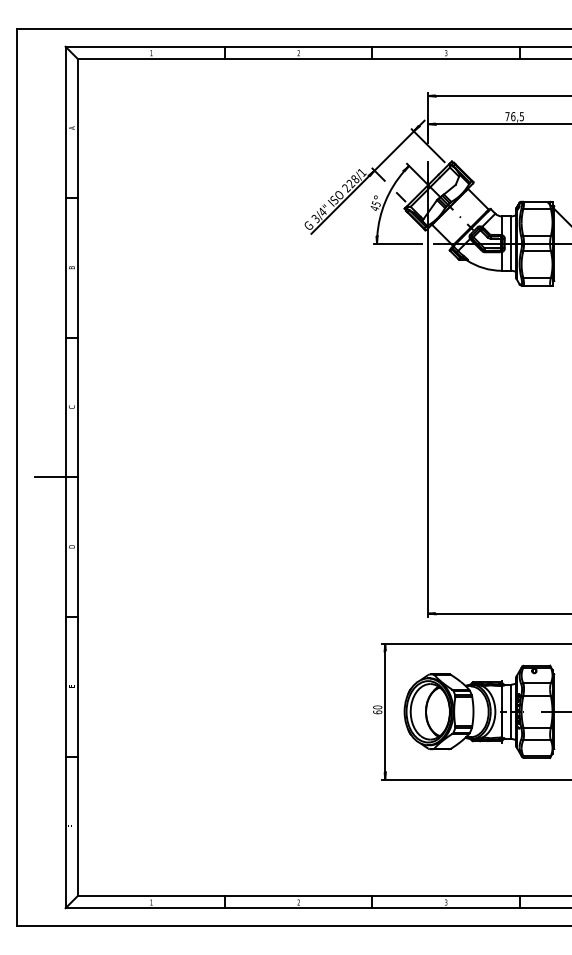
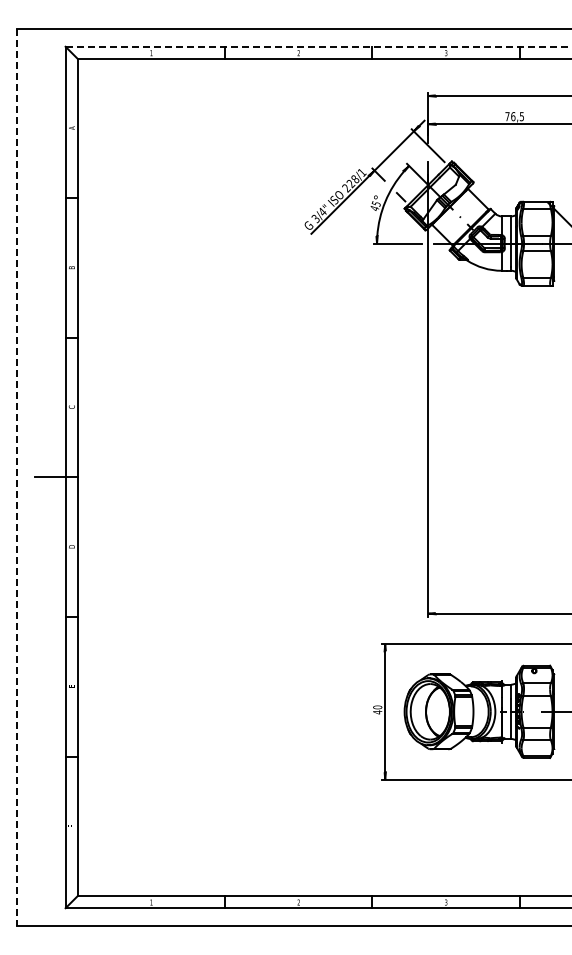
line at (318, 46): solid -> dashed
line at (17, 477): solid -> dashed
text at (377, 712): 60 -> 40
